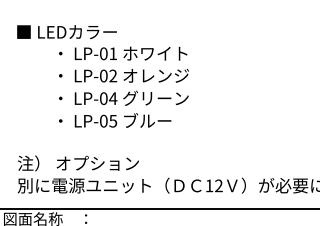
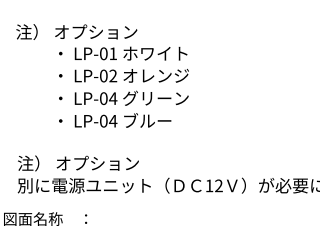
text at (76, 31): ■ LEDカラー -> 注） オプション
text at (113, 121): LP-05 -> LP-04
line at (159, 209): present -> none
